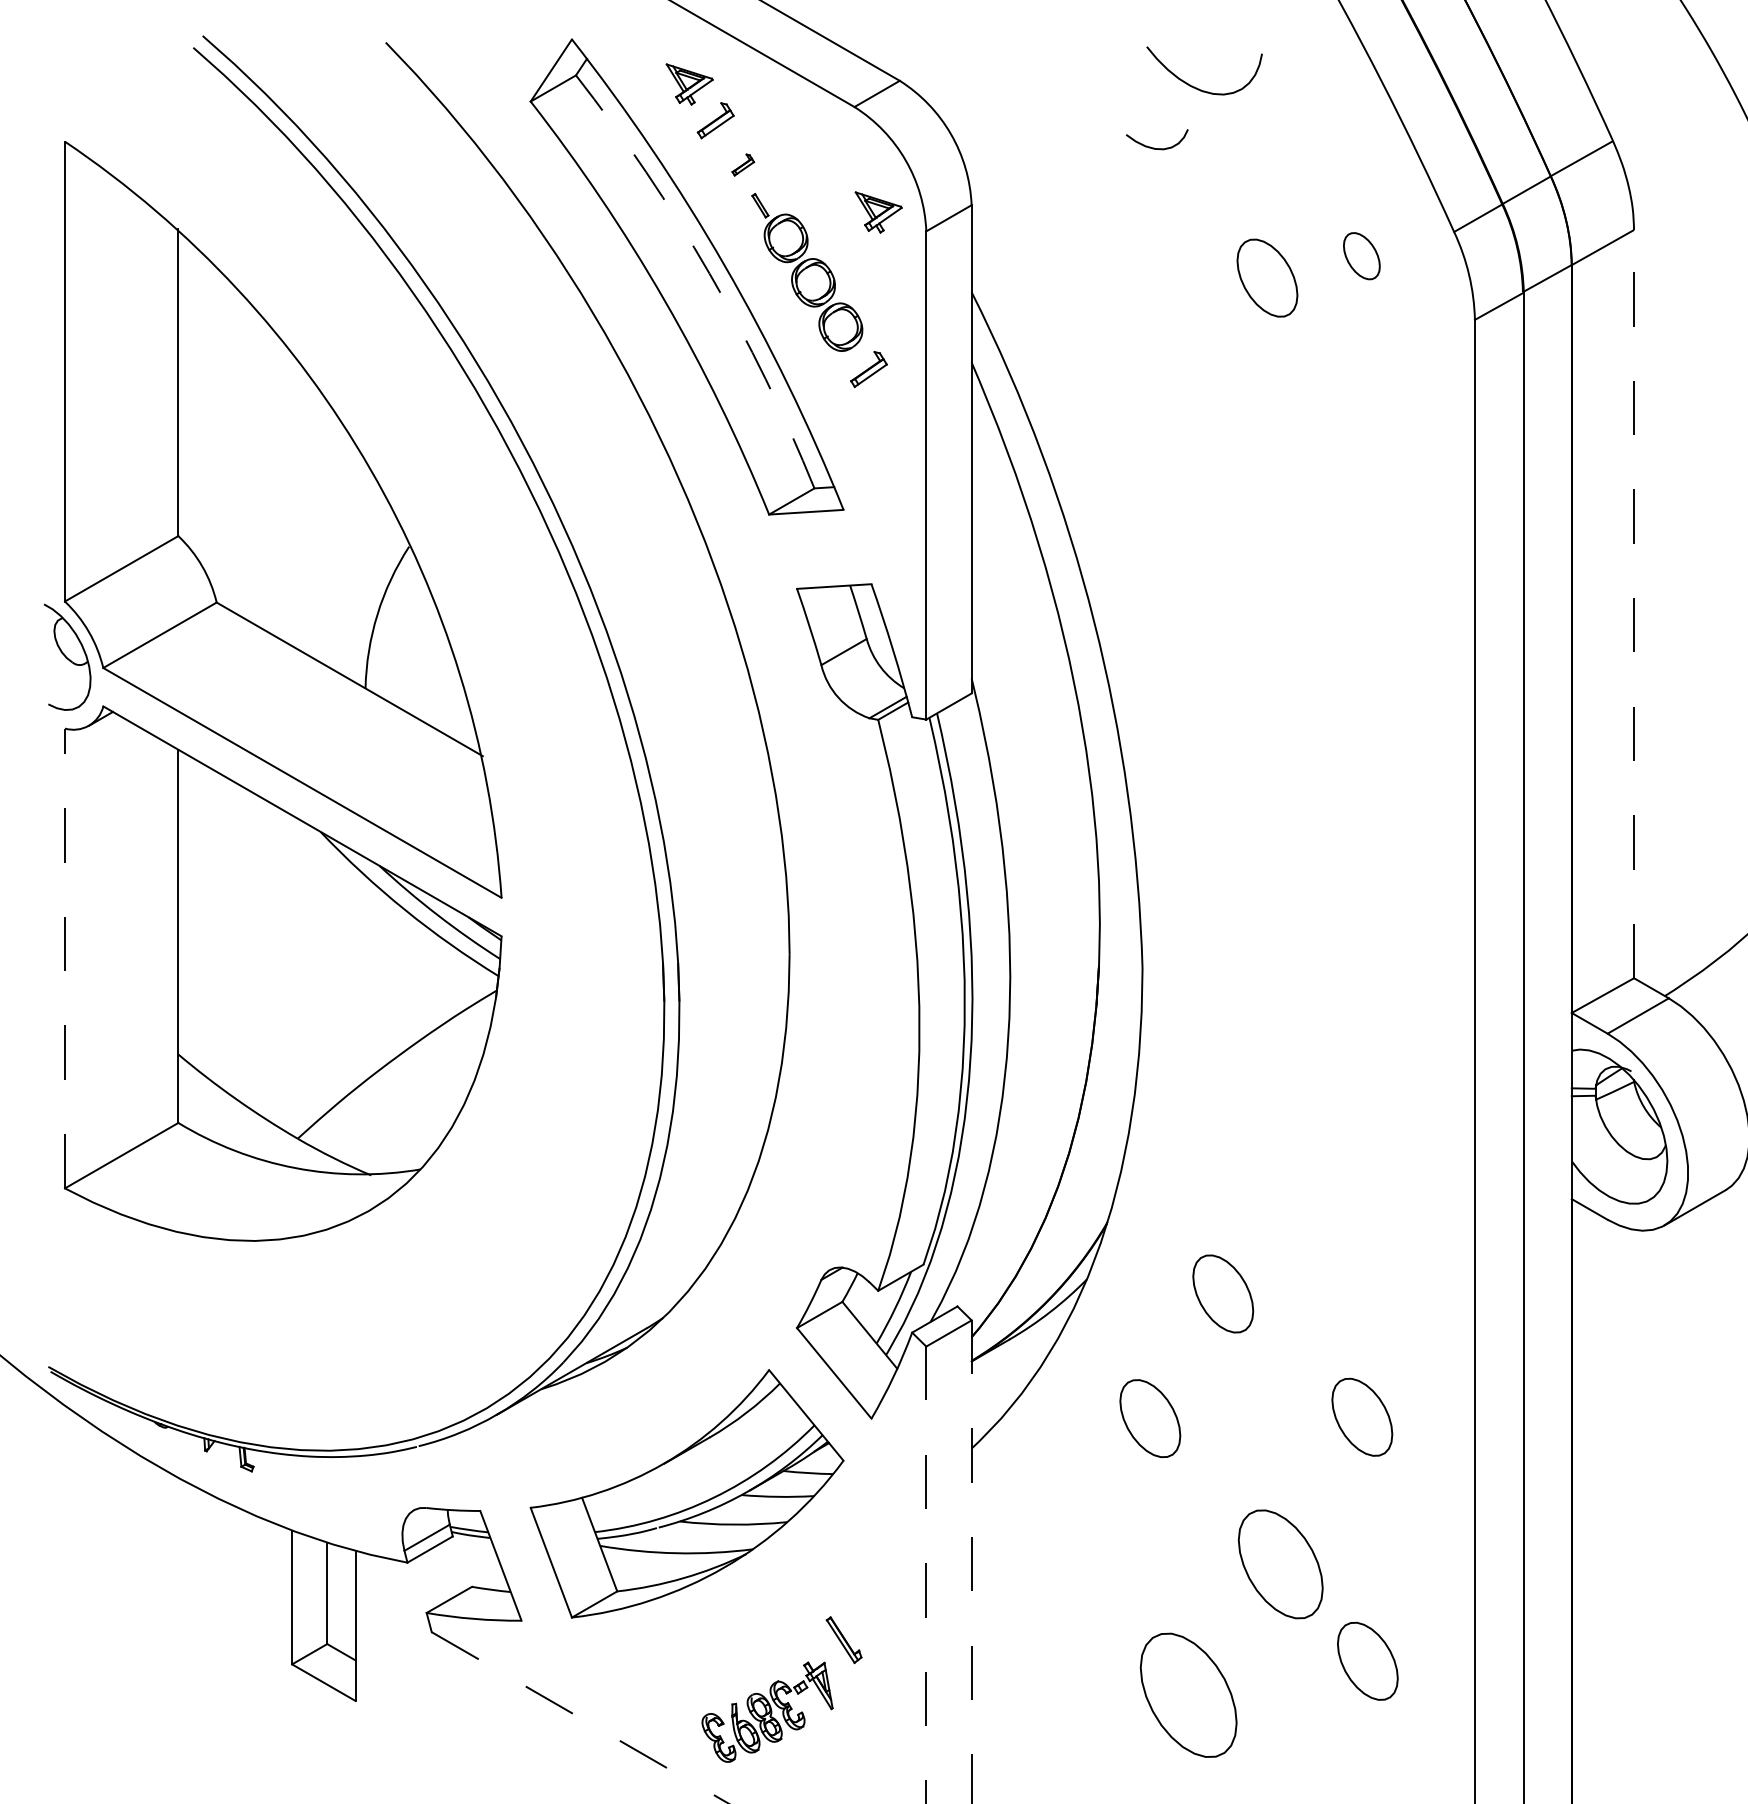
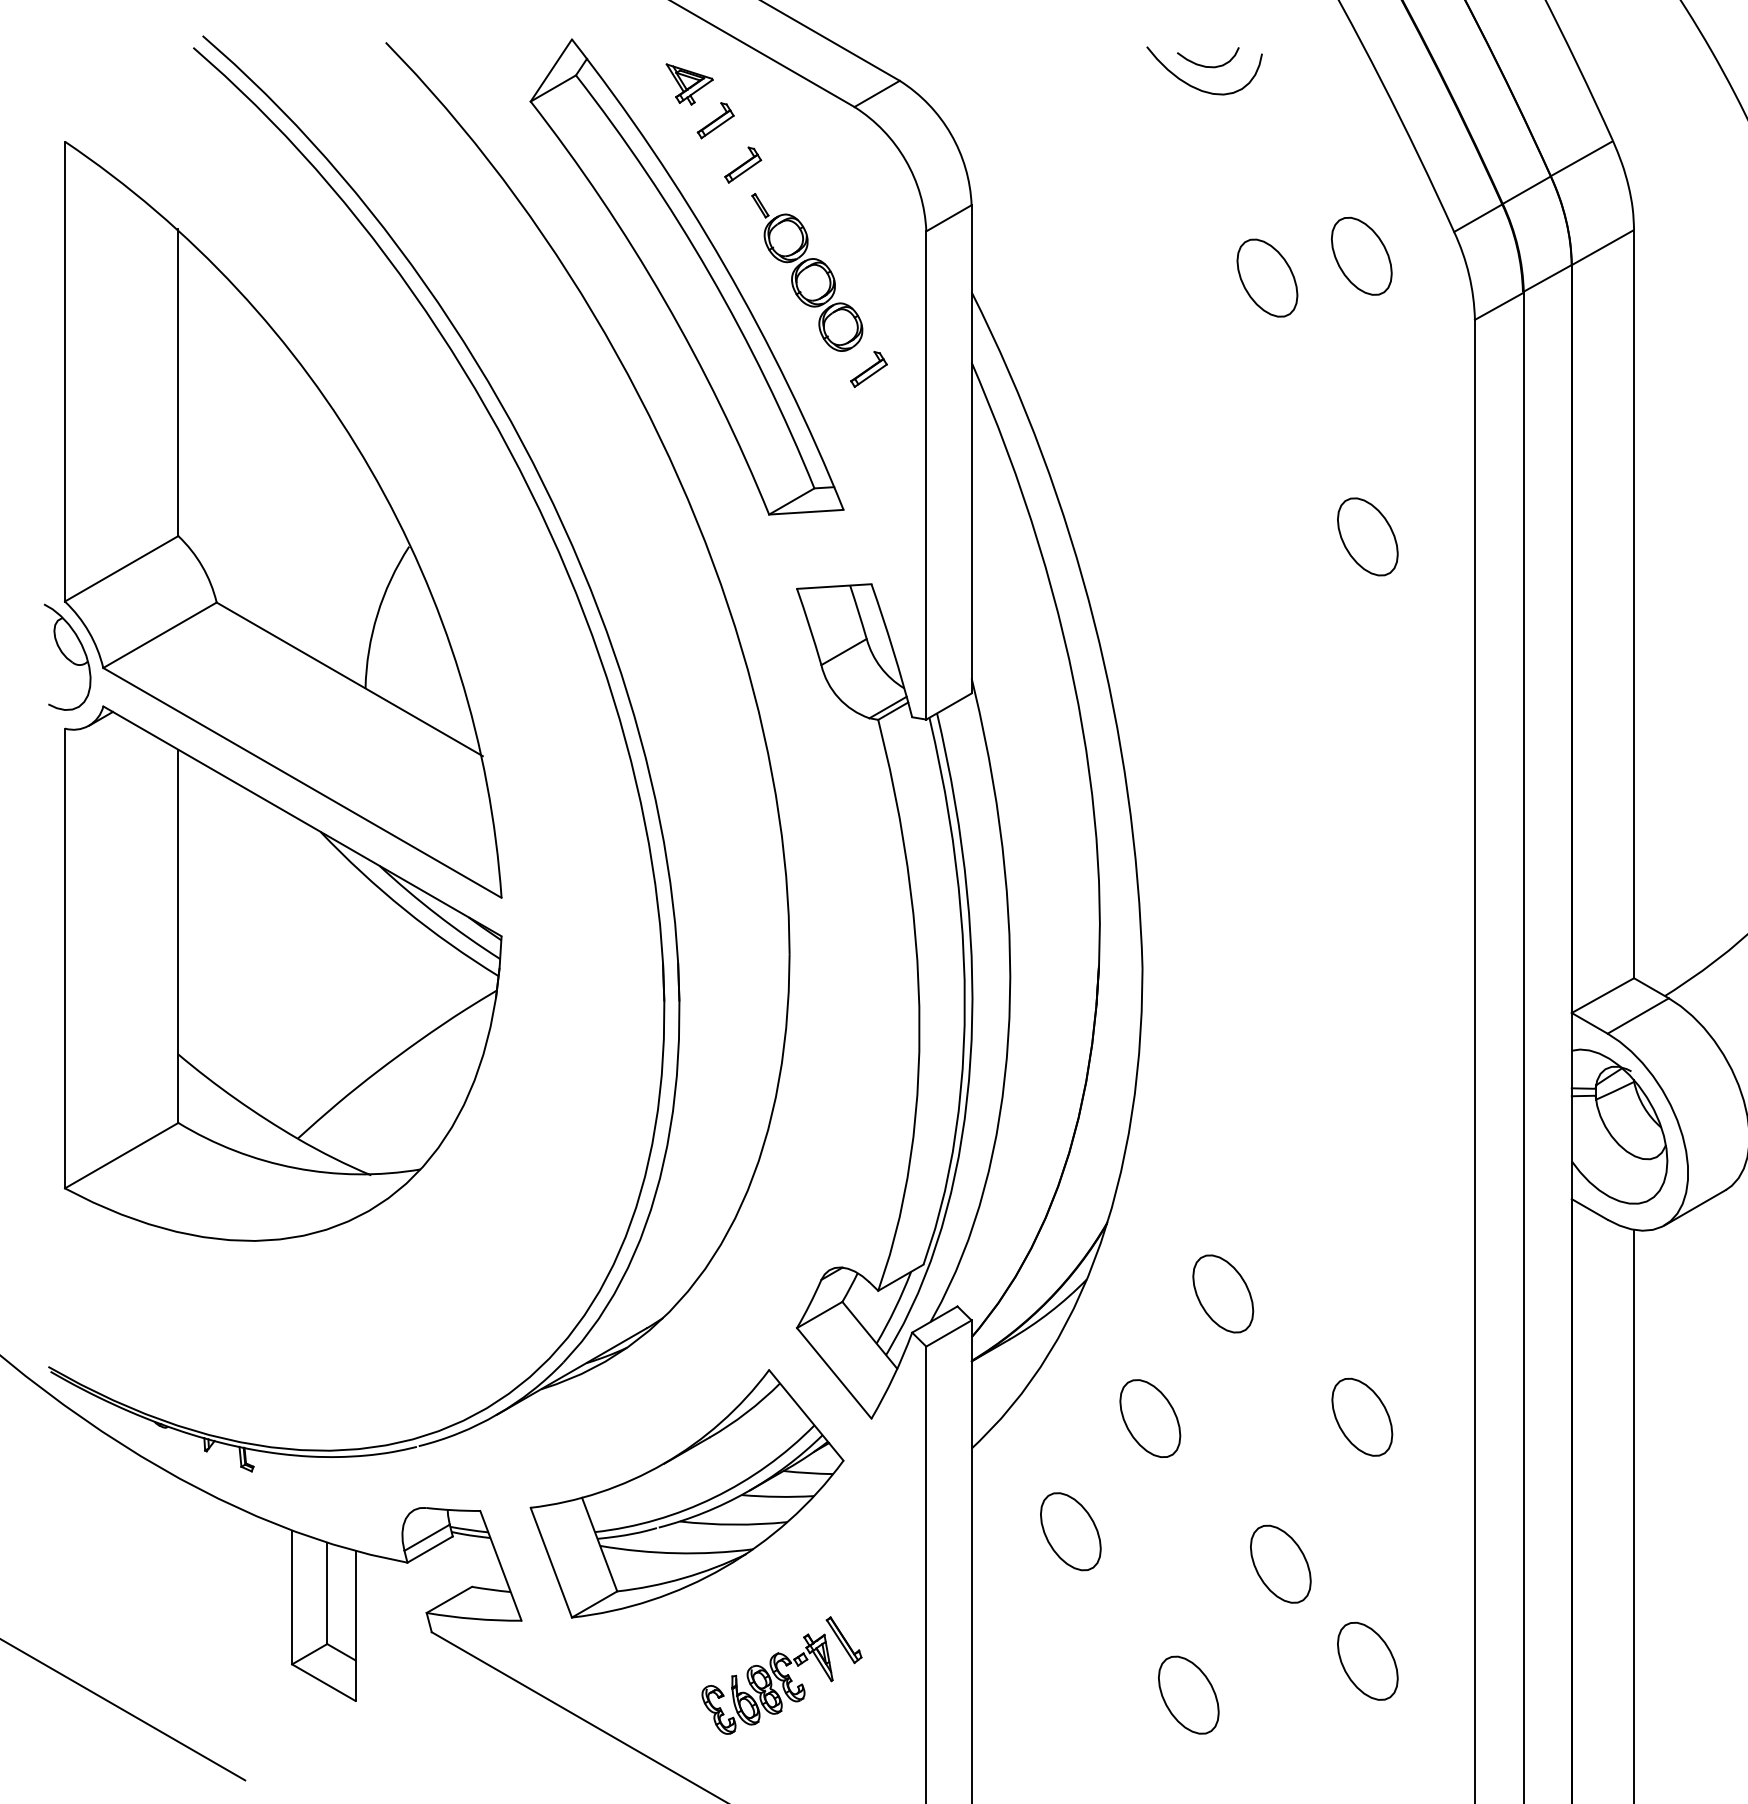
curve at (1154, 147) position: (1154, 147) -> (1205, 65)
part at (743, 164) size: 25x24 px -> 39x38 px
part at (878, 212): present -> none
part at (1361, 256) size: 38x49 px -> 62x80 px
arc at (709, 273): dashed -> solid
part at (1367, 536): none -> present
line at (1634, 603): dashed -> solid
line at (64, 958): dashed -> solid
line at (1634, 1514): none -> present
part at (1070, 1531): none -> present
line at (971, 1562): dashed -> solid
part at (1280, 1564) size: 87x111 px -> 62x80 px
line at (926, 1575): dashed -> solid
part at (1188, 1694) size: 99x126 px -> 62x80 px
line at (123, 1710): none -> present
part at (767, 1711) position: (767, 1711) -> (767, 1683)
line at (580, 1718): dashed -> solid
